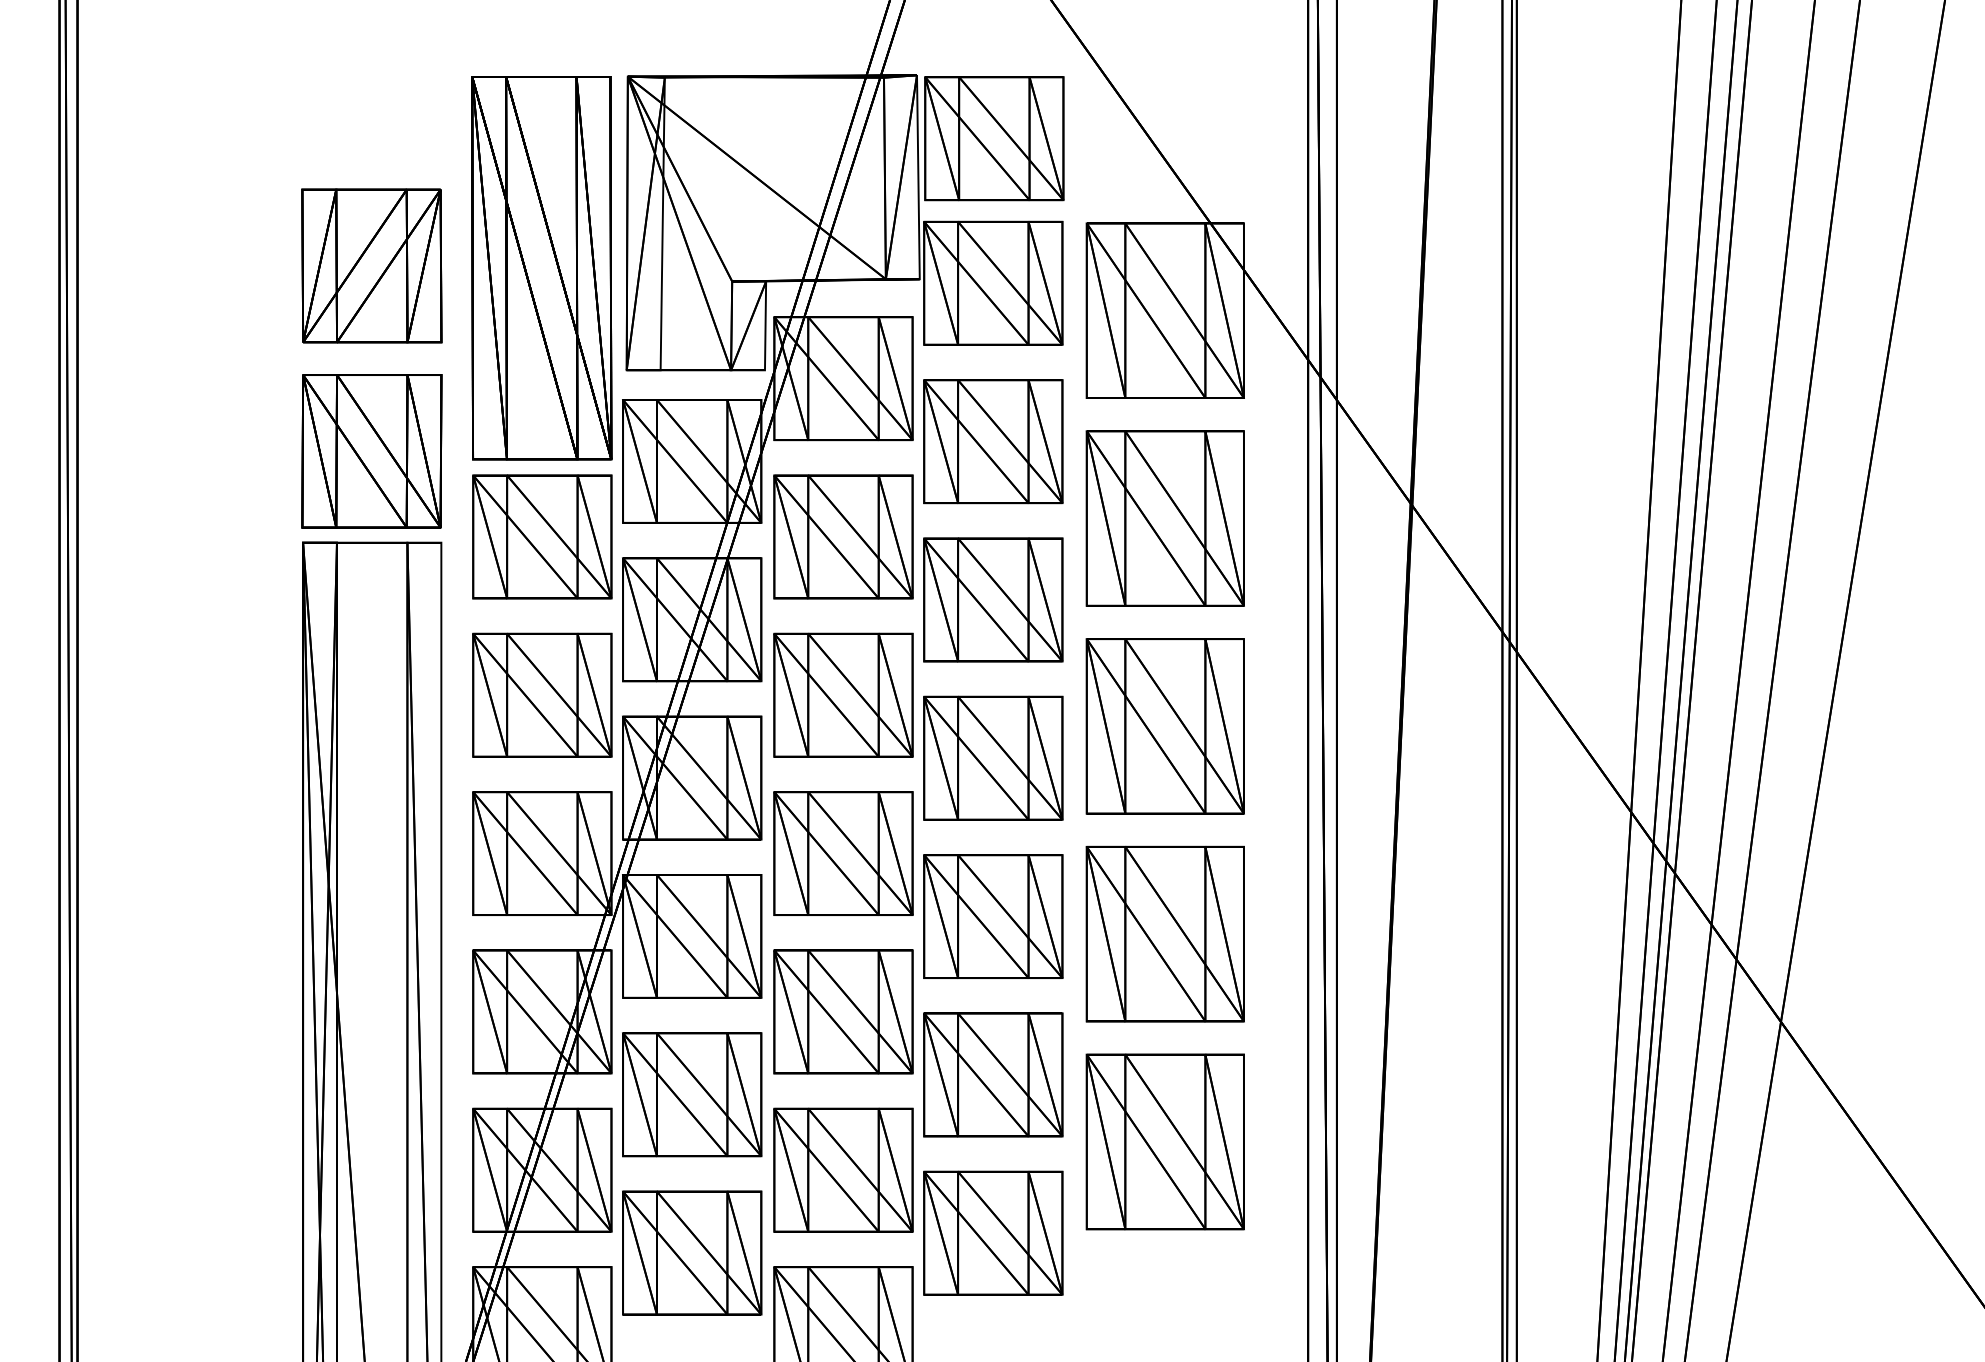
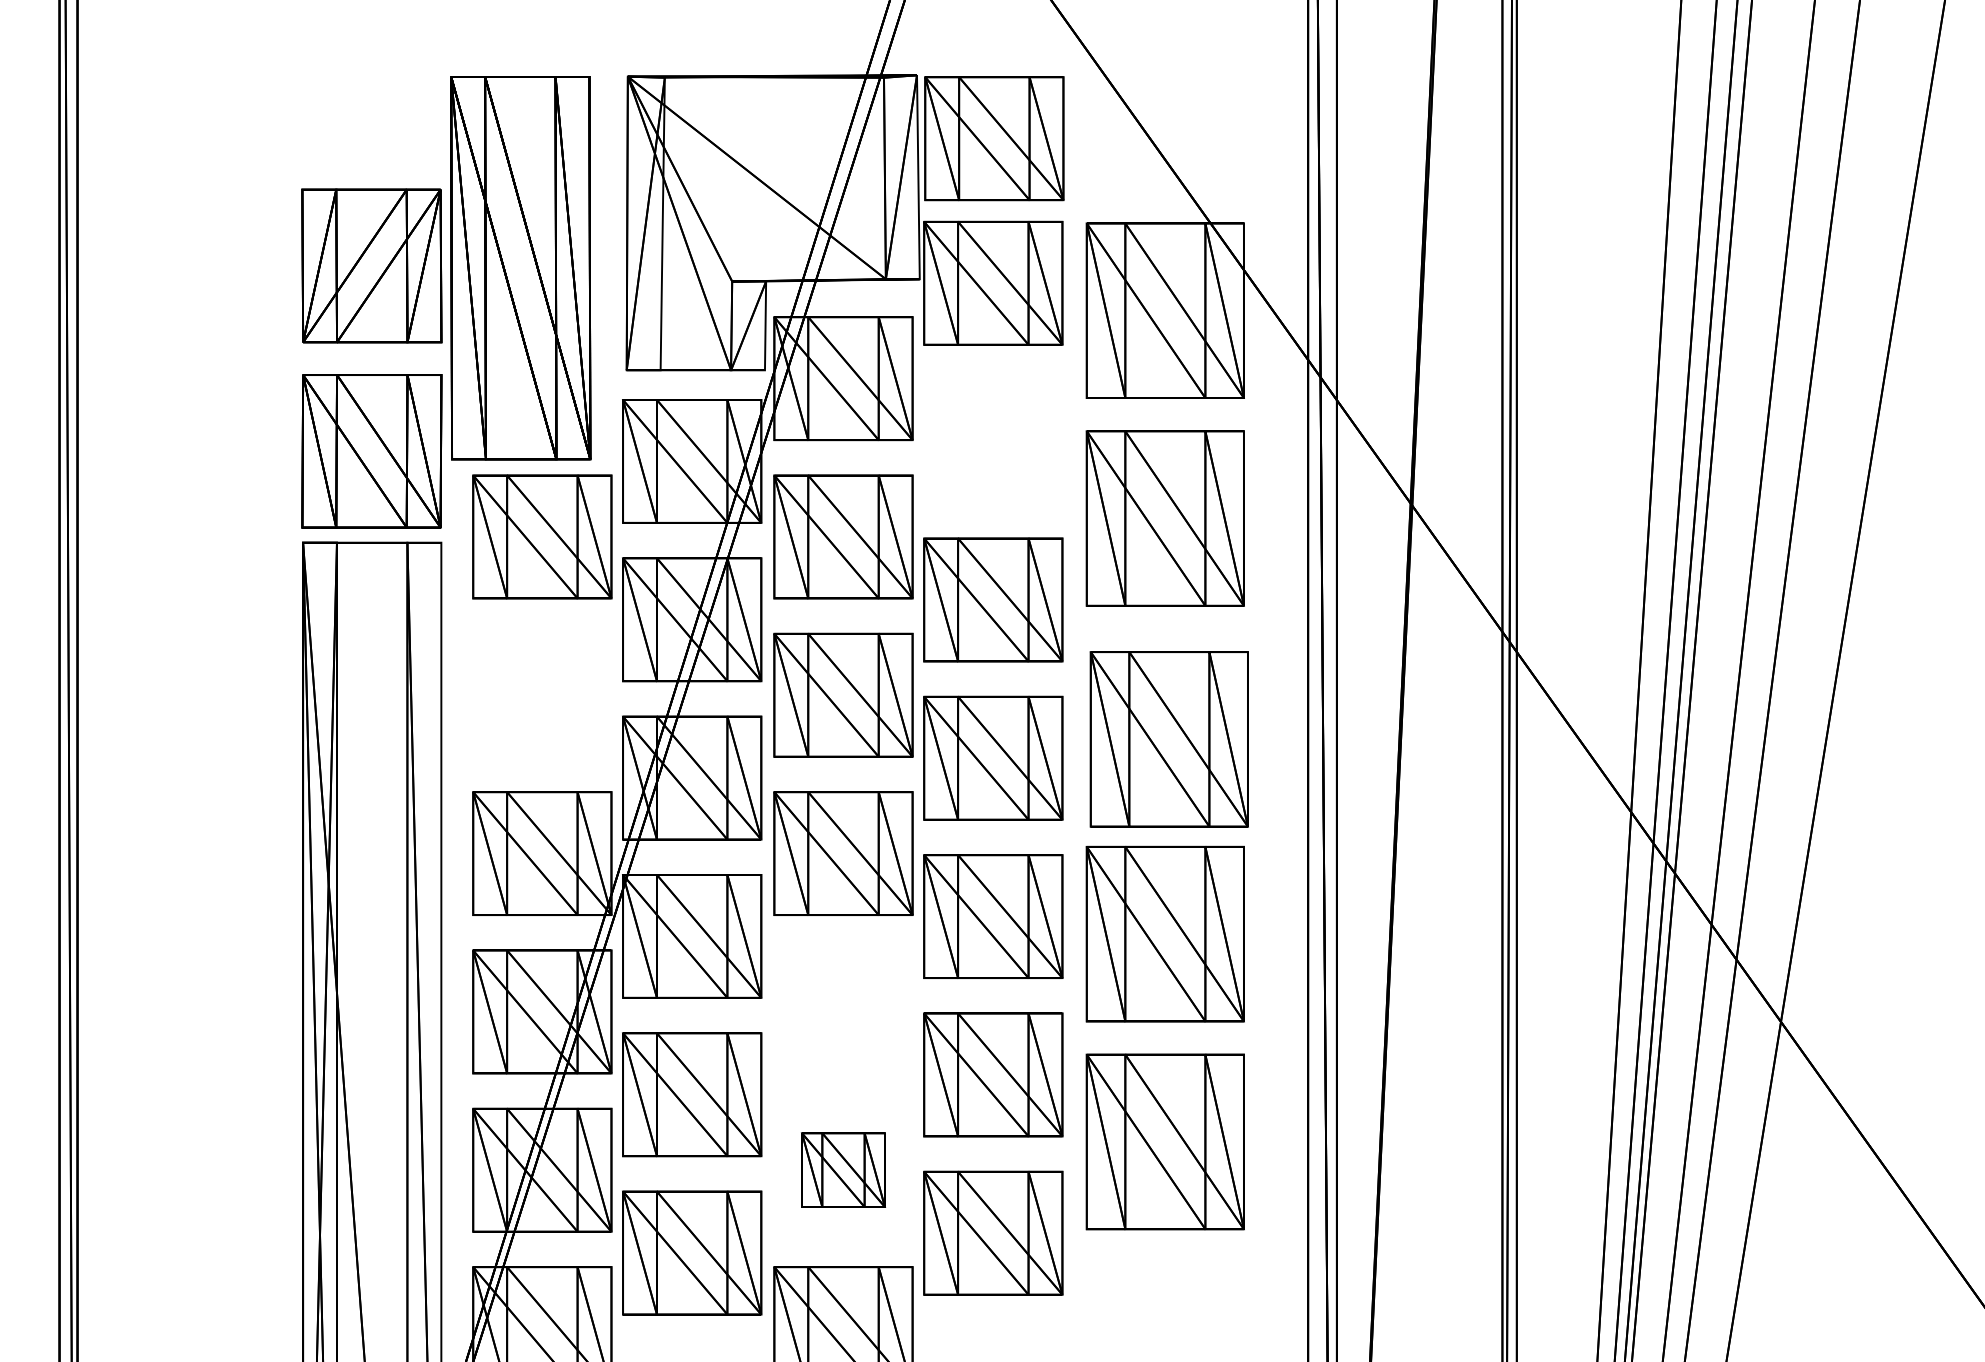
part at (541, 268) position: (541, 268) -> (520, 268)
part at (993, 441): present -> none
part at (542, 694): present -> none
part at (1164, 726) position: (1164, 726) -> (1168, 739)
part at (843, 1011): present -> none
part at (843, 1169) size: 141x126 px -> 85x76 px
